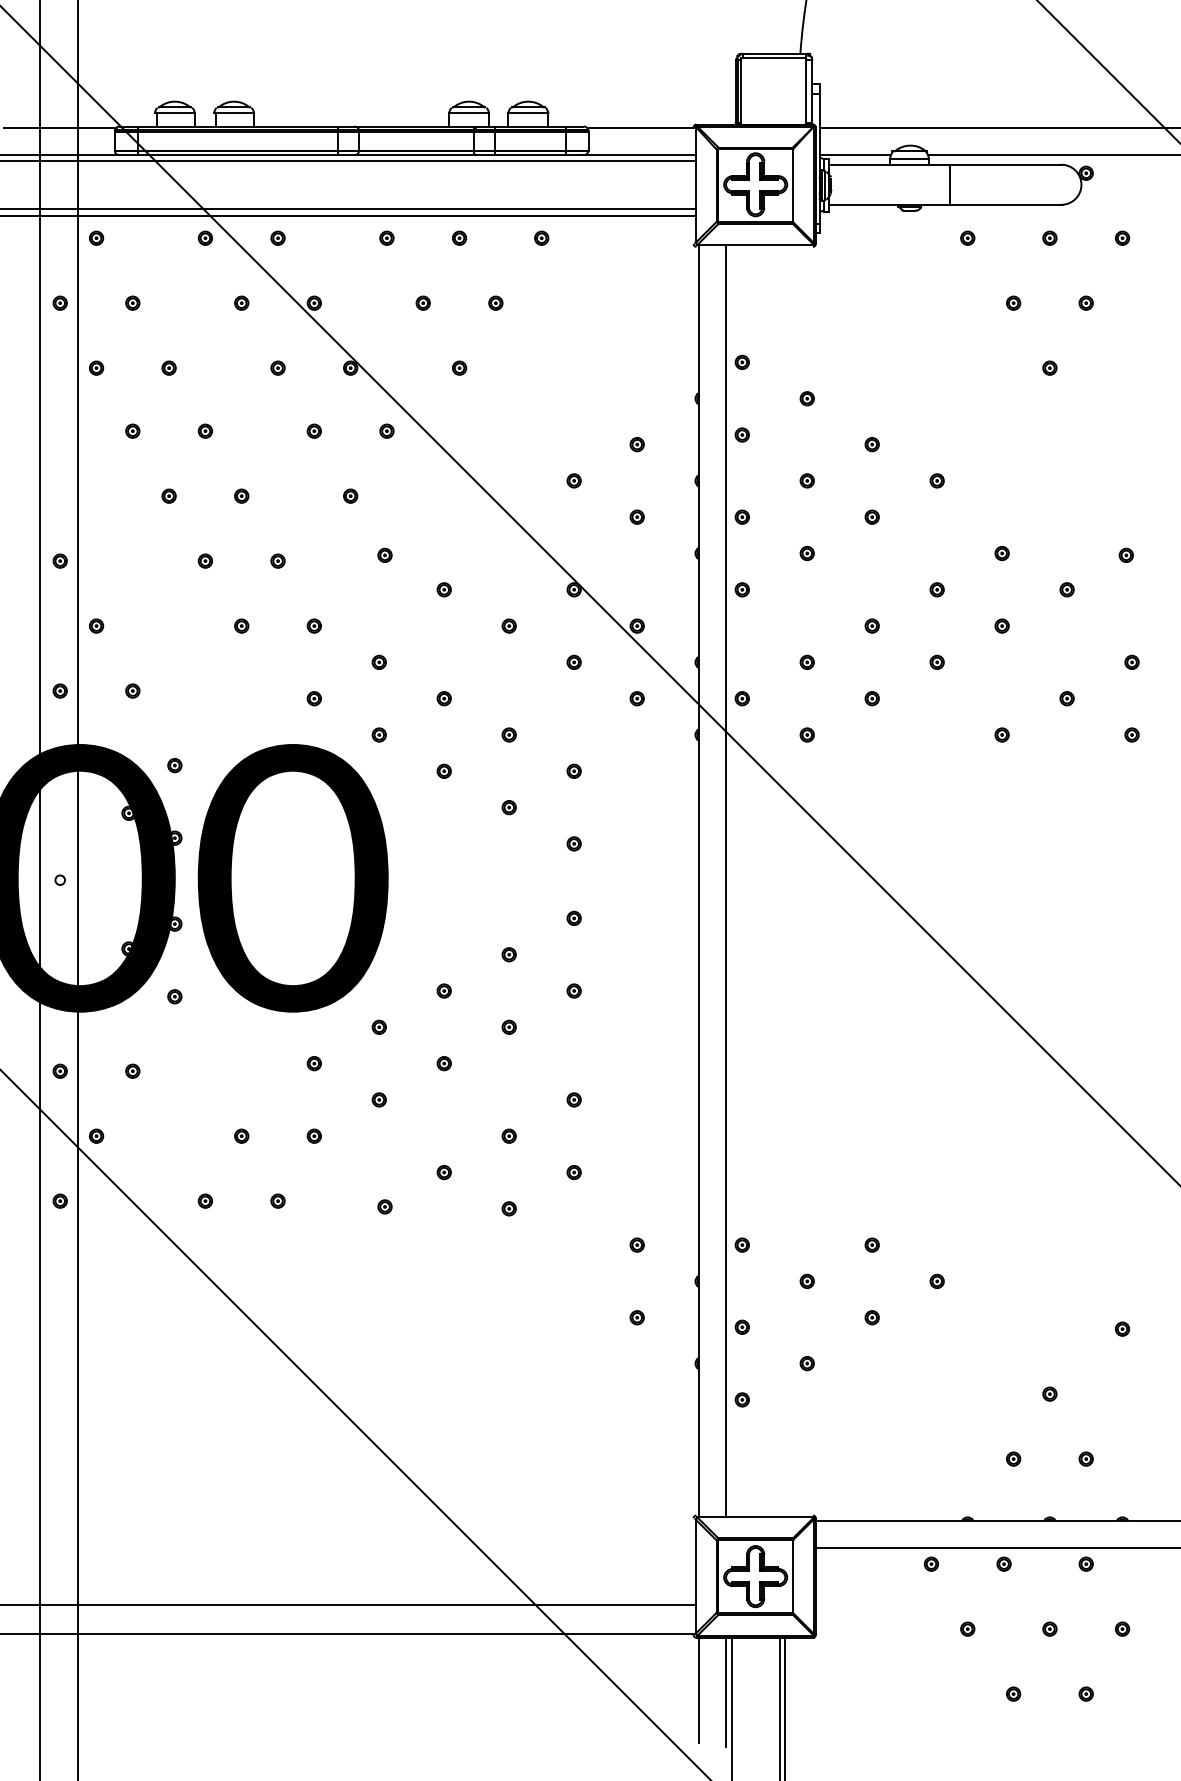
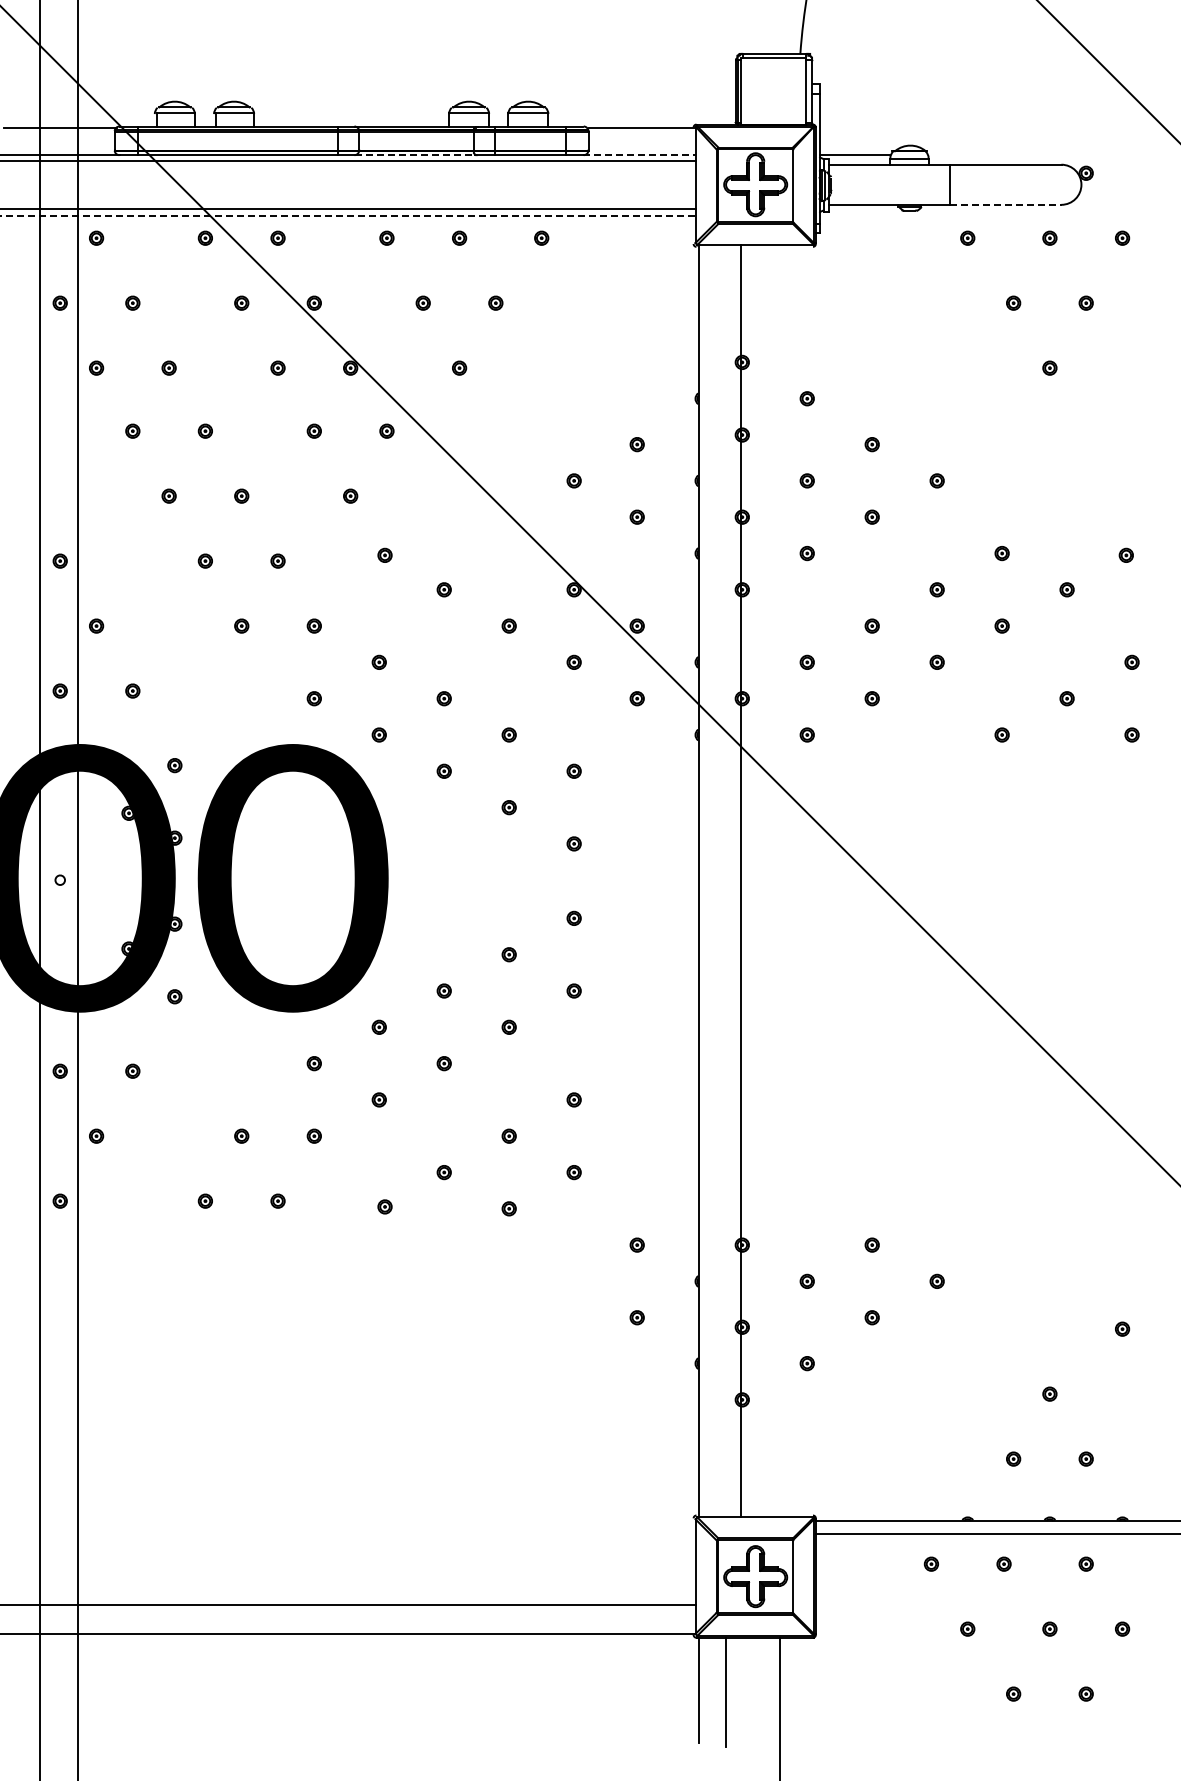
line at (998, 128): present -> none
line at (415, 155): solid -> dashed
line at (639, 155): solid -> dashed
line at (1052, 155): present -> none
line at (1006, 204): solid -> dashed
line at (348, 216): solid -> dashed
line at (726, 880) position: (726, 880) -> (741, 880)
line at (355, 1424): present -> none
line at (996, 1547) position: (996, 1547) -> (996, 1533)
line at (731, 1707): present -> none
line at (785, 1707): present -> none
